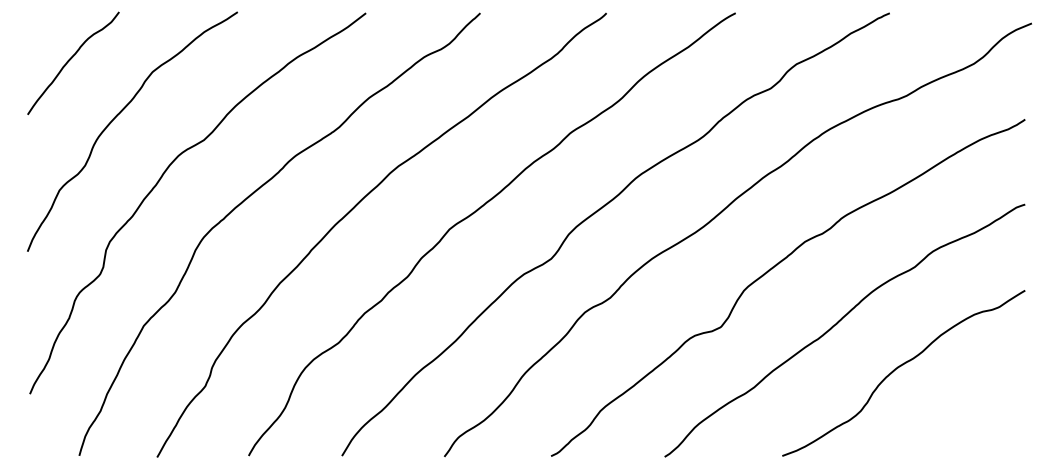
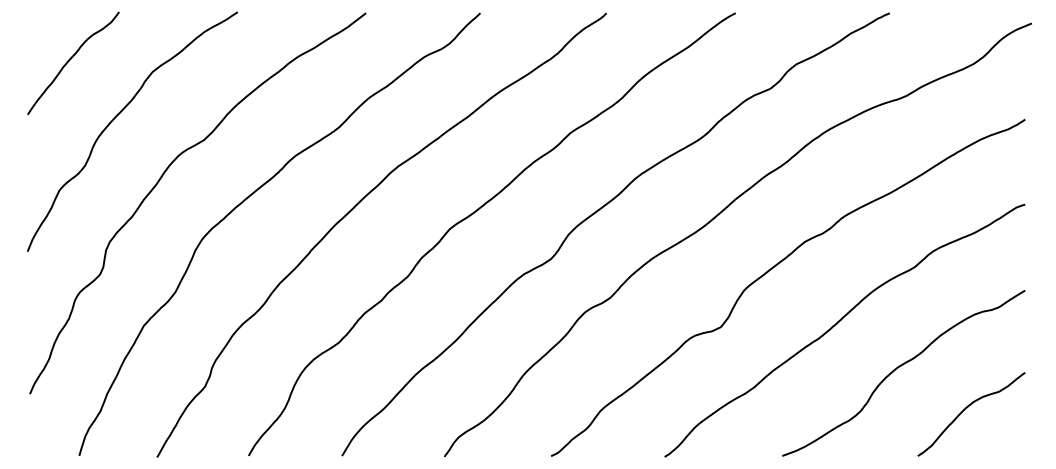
curve at (967, 408): none -> present
